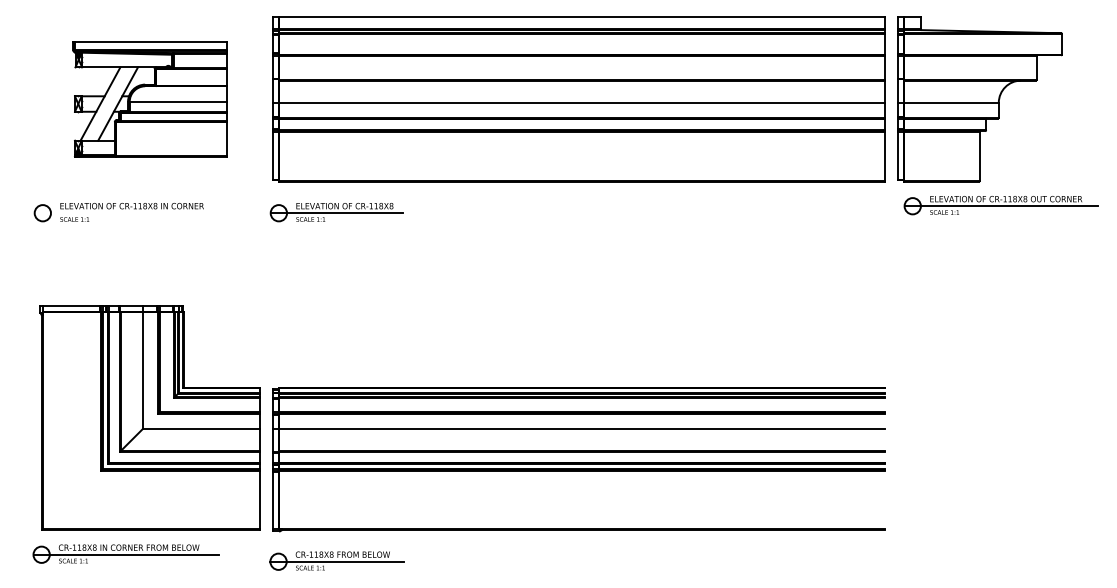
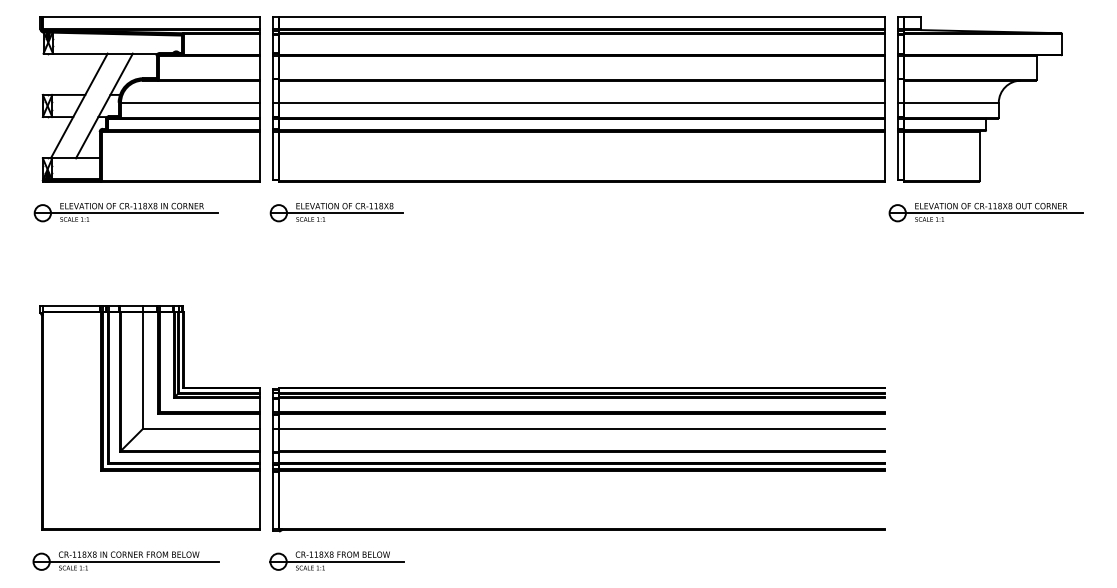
part at (149, 99) size: 156x117 px -> 222x167 px
part at (1000, 205) position: (1000, 205) -> (985, 212)
line at (126, 213): none -> present
part at (125, 553) position: (125, 553) -> (125, 560)
